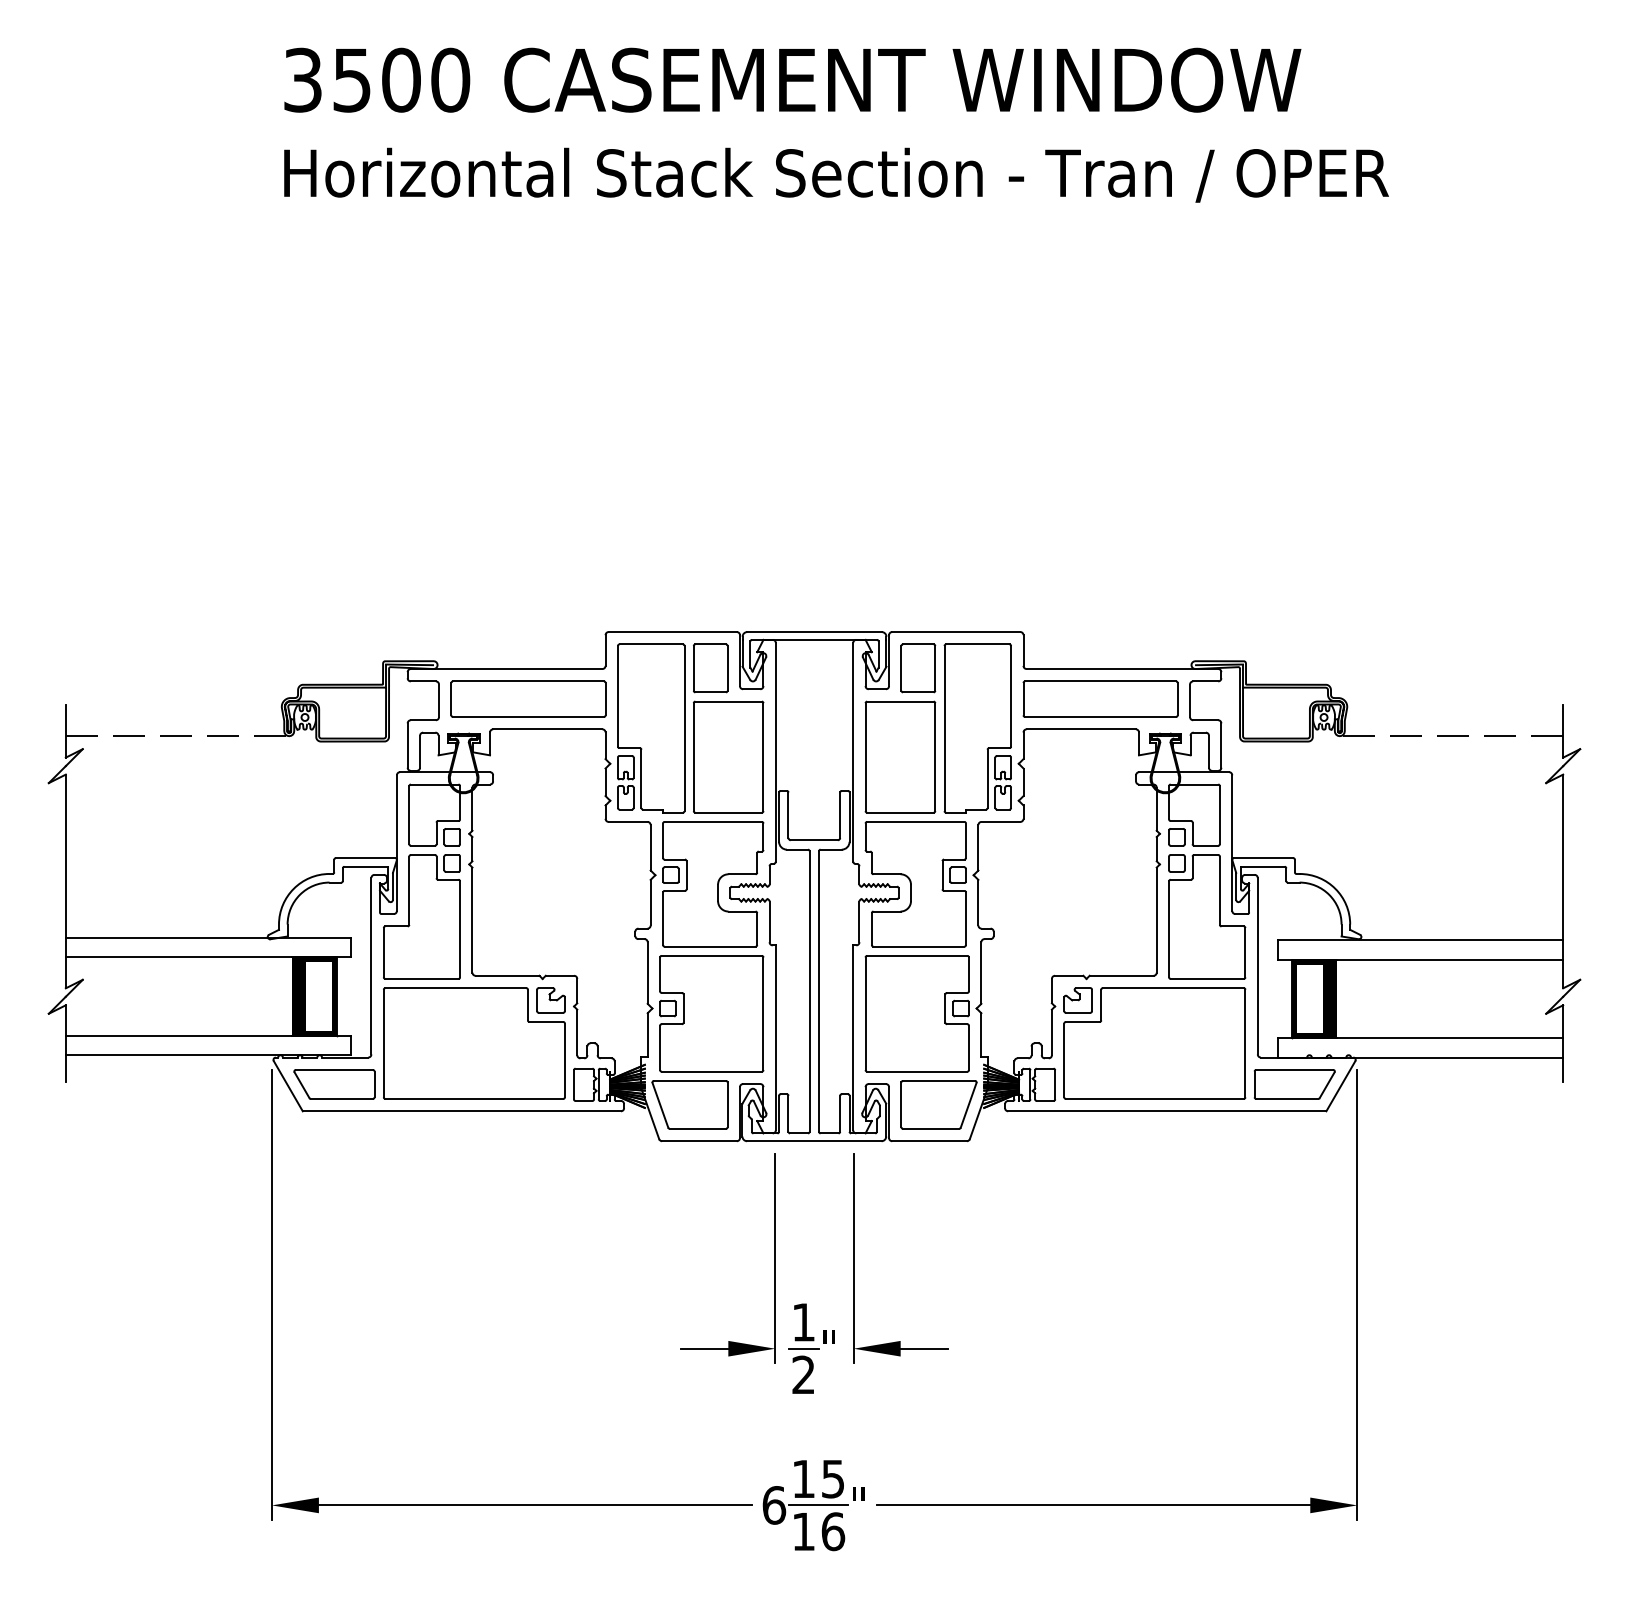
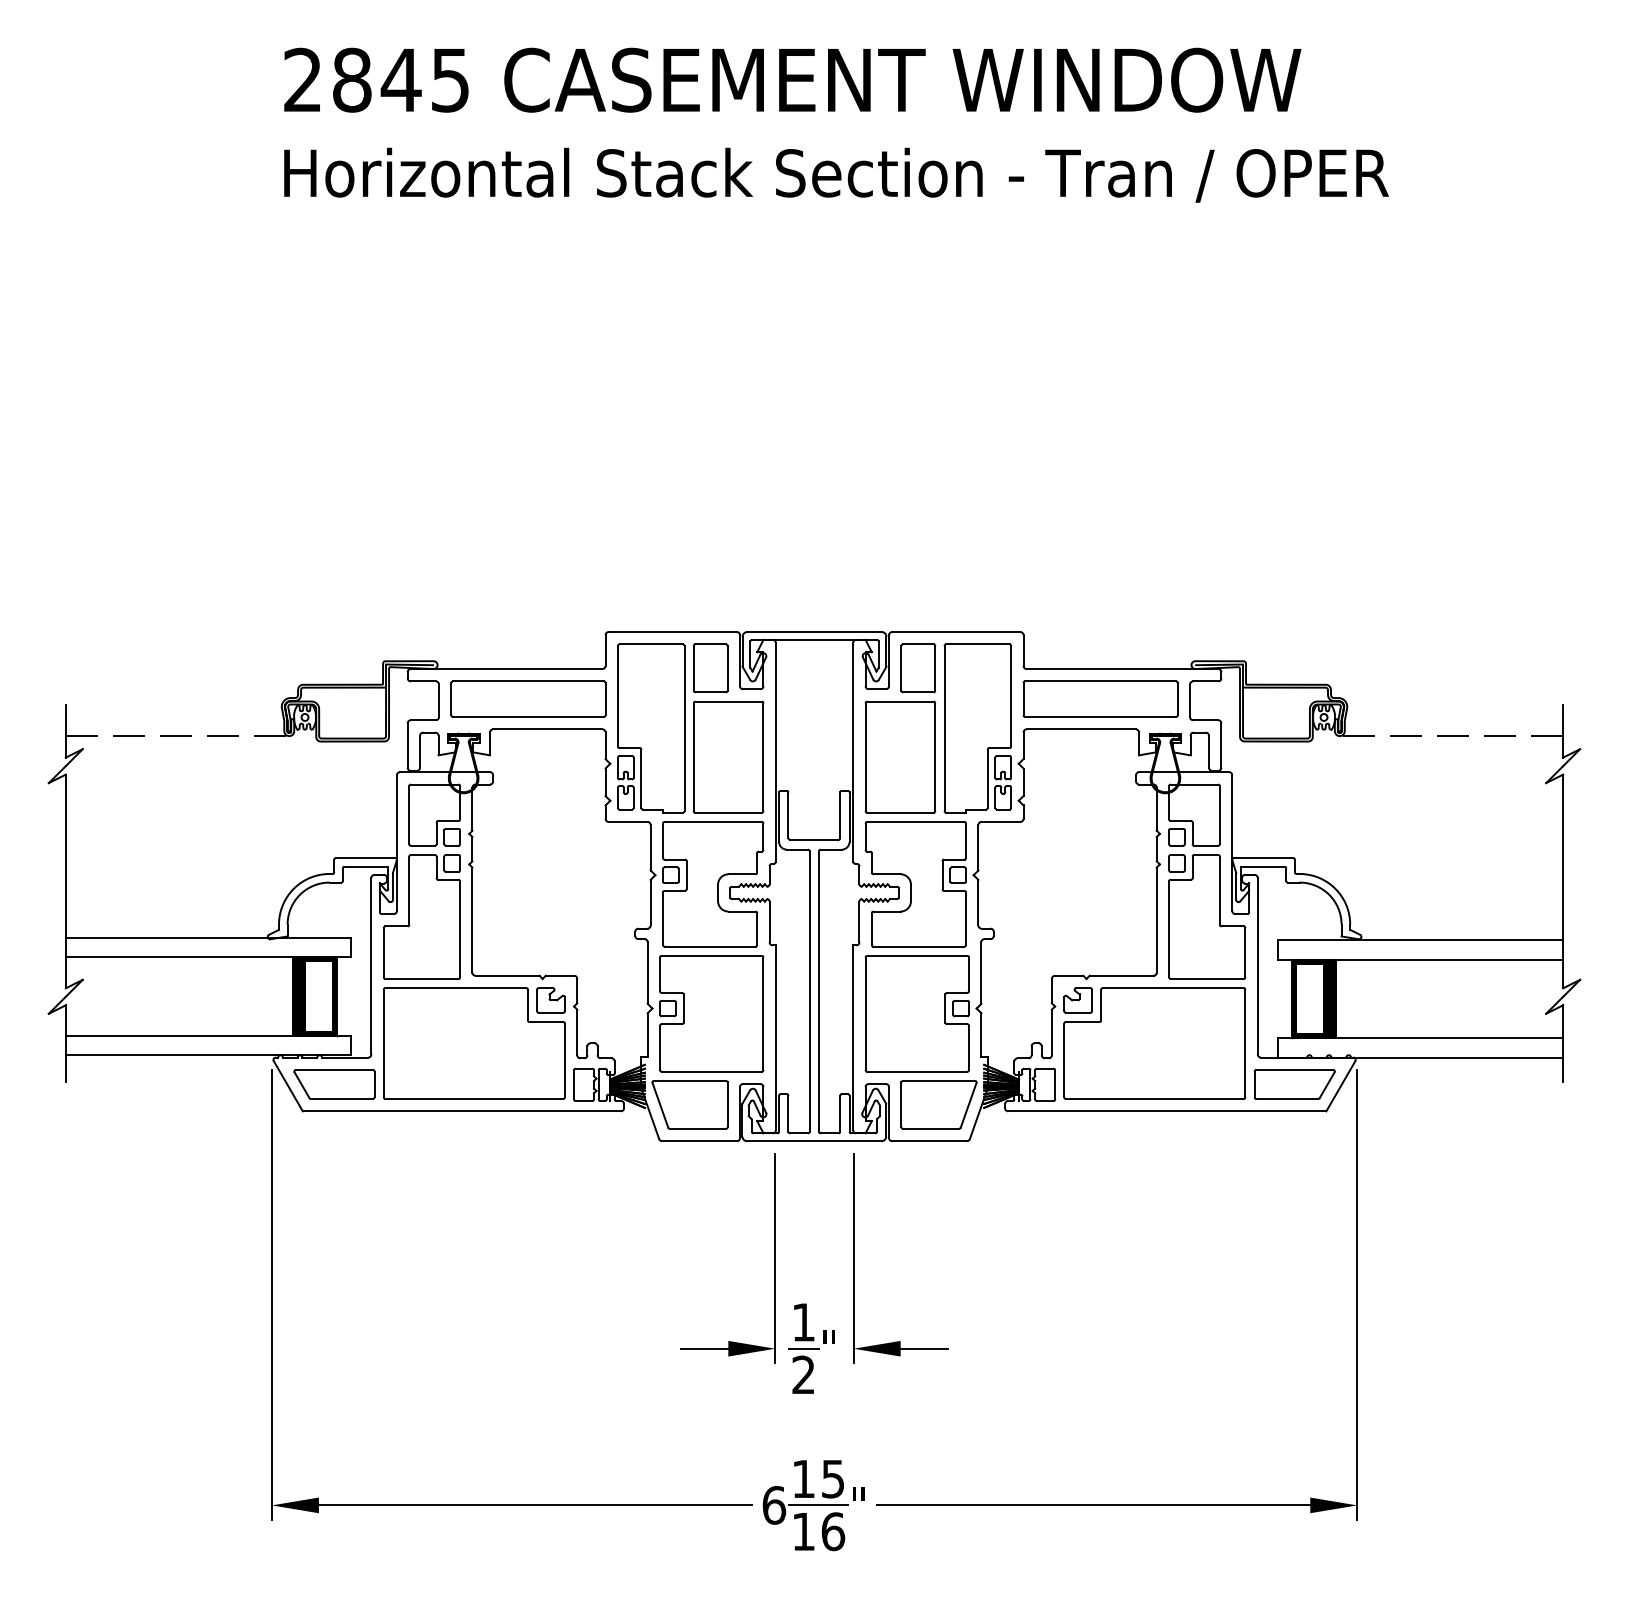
text at (377, 79): 3500 -> 2845
